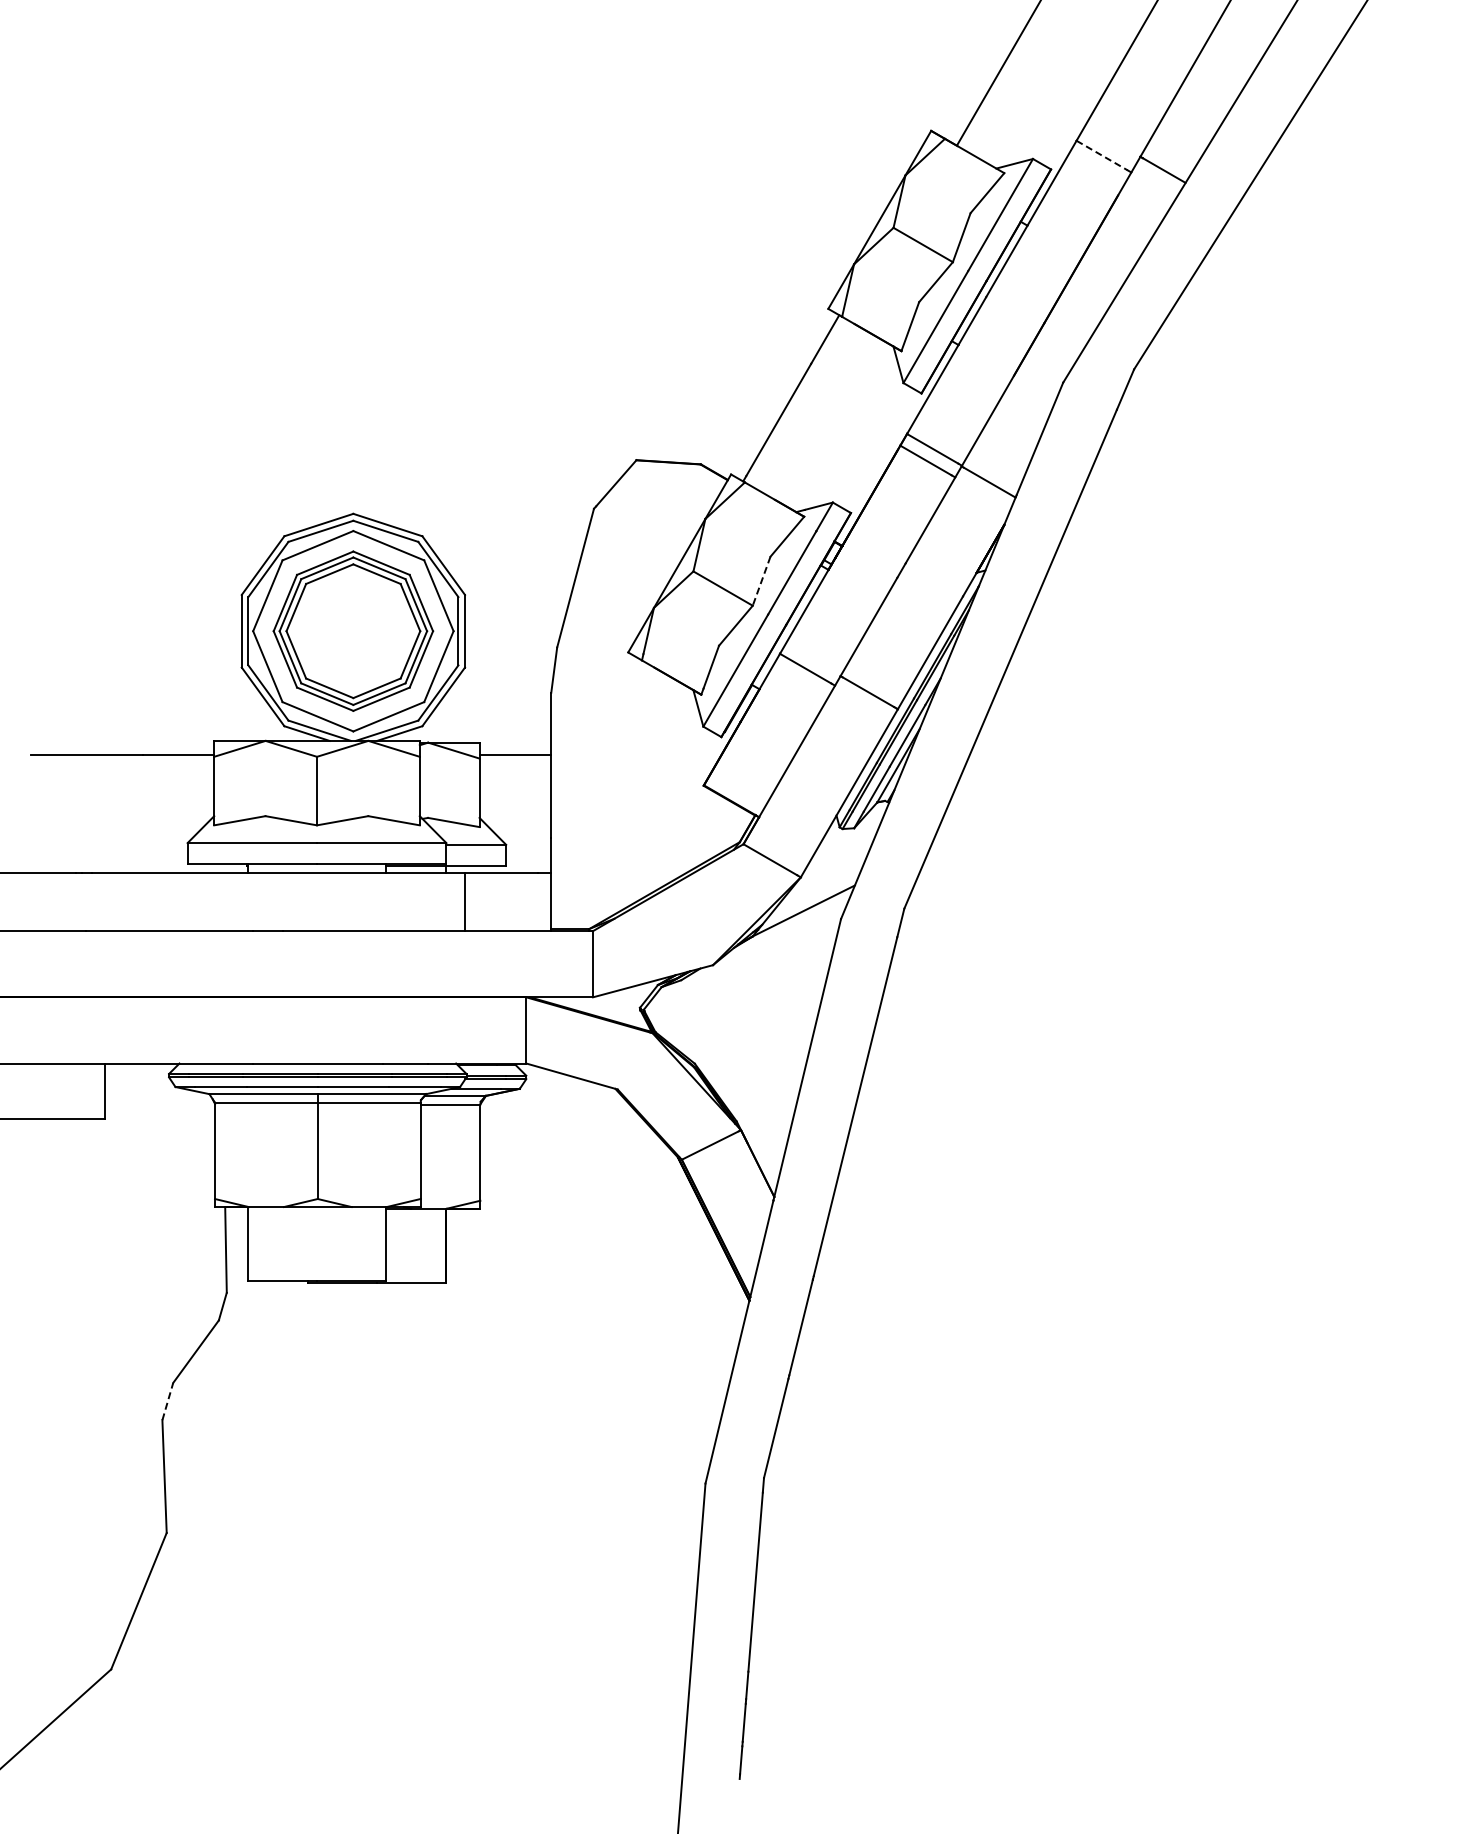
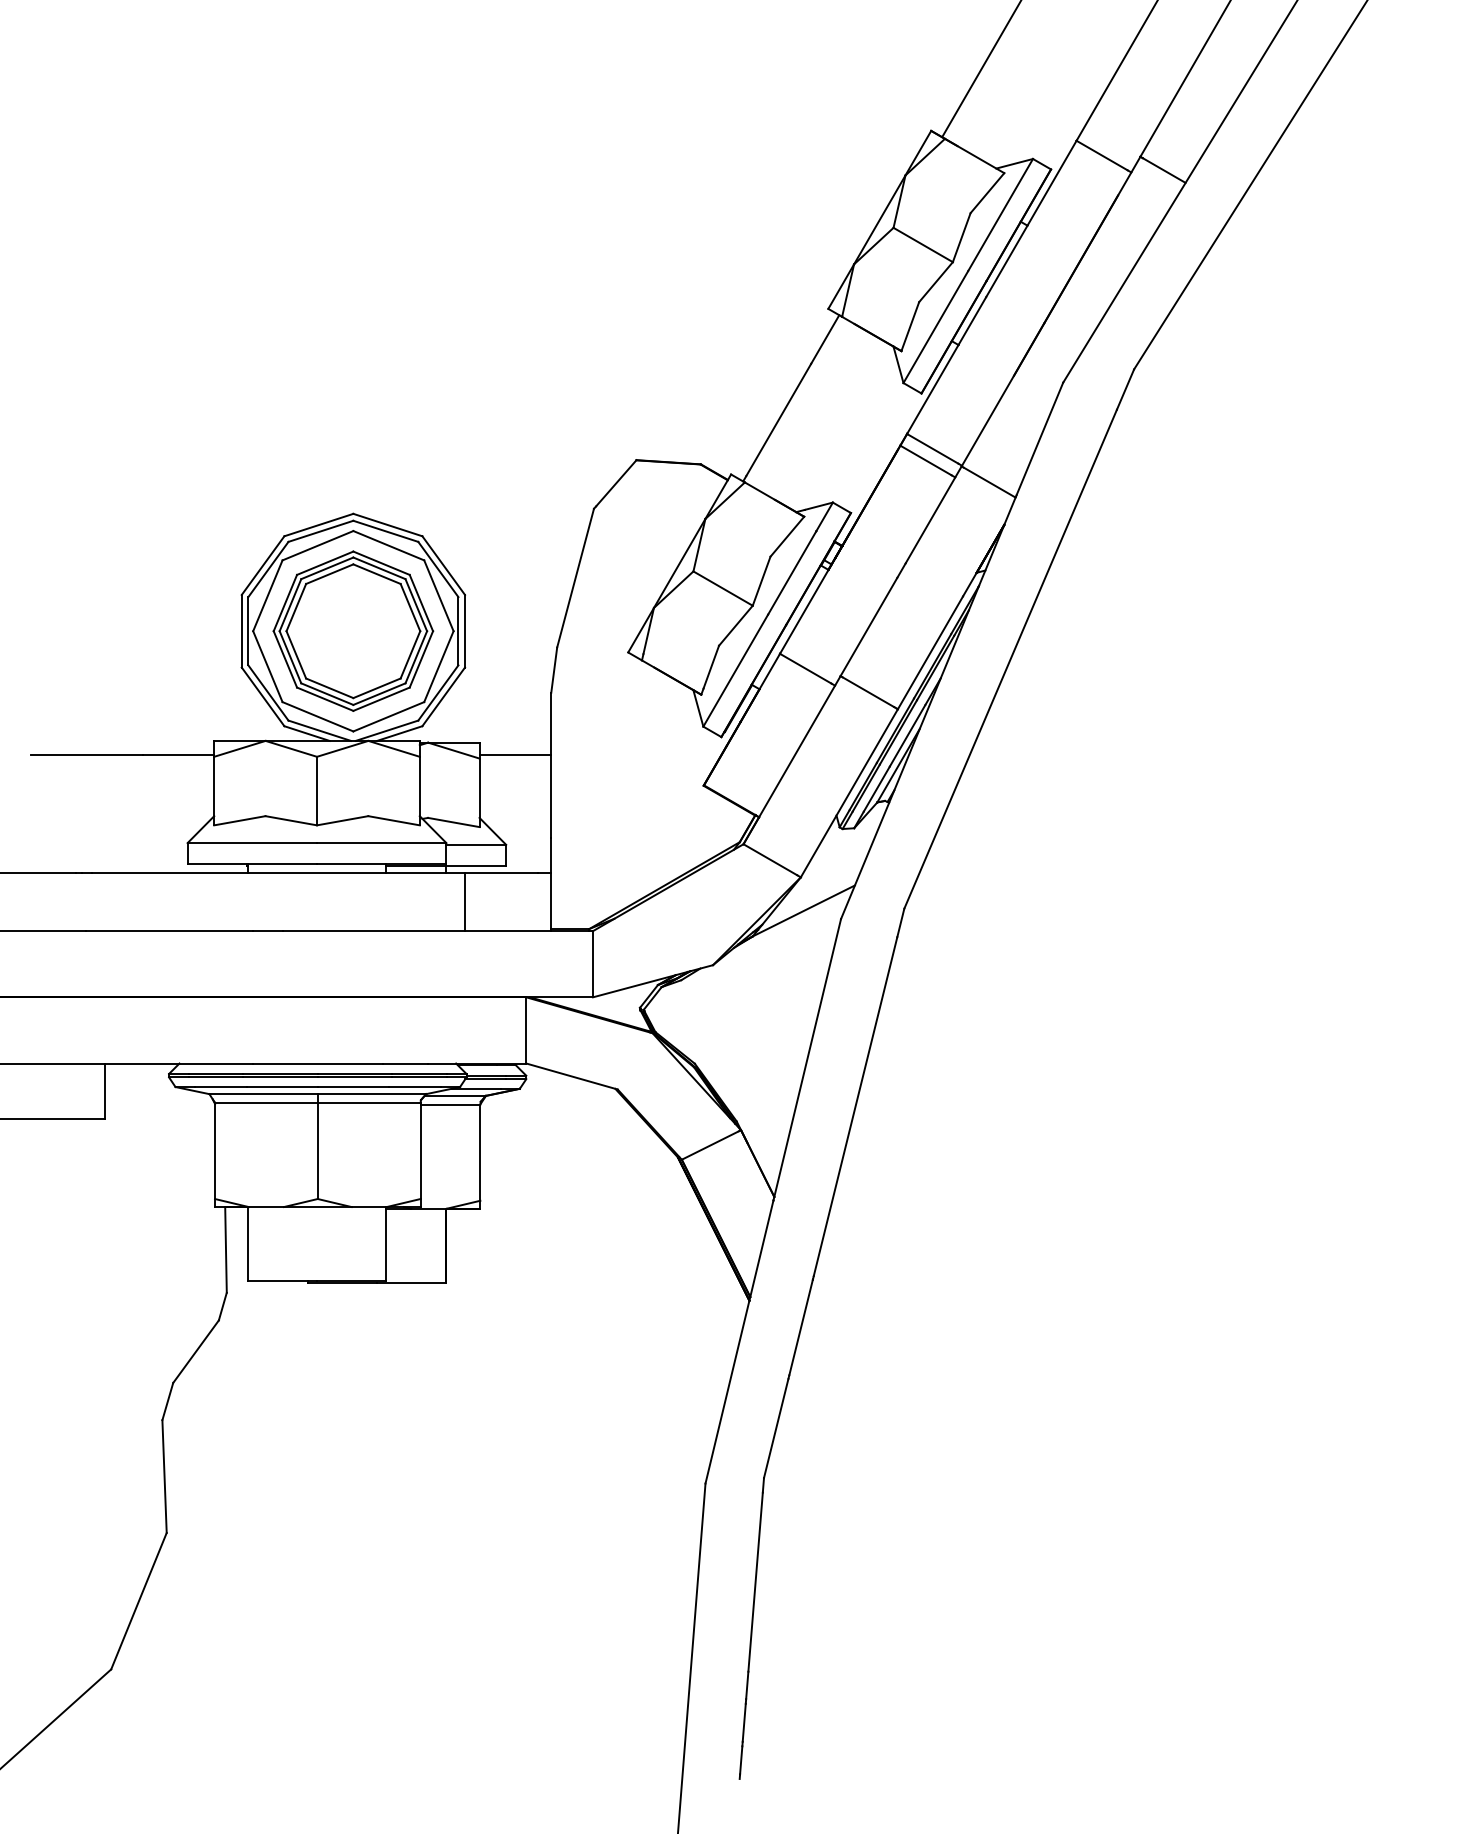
line at (998, 73) position: (998, 73) -> (981, 69)
line at (1102, 155): dashed -> solid
line at (761, 581): dashed -> solid
line at (167, 1401): dashed -> solid
